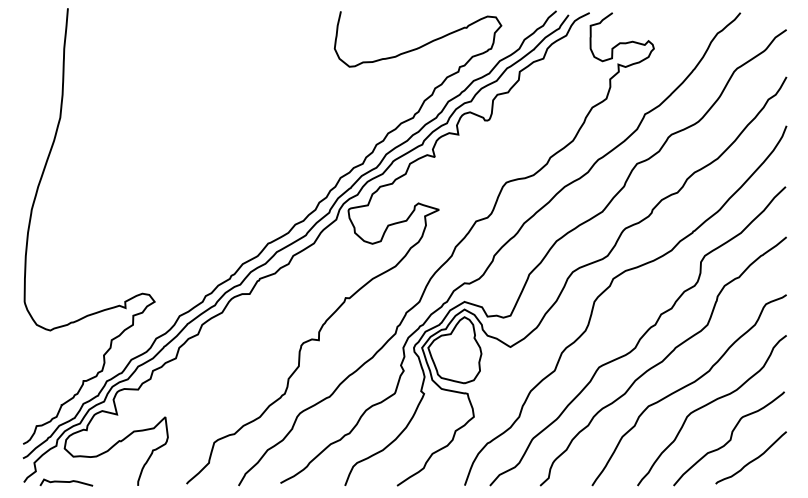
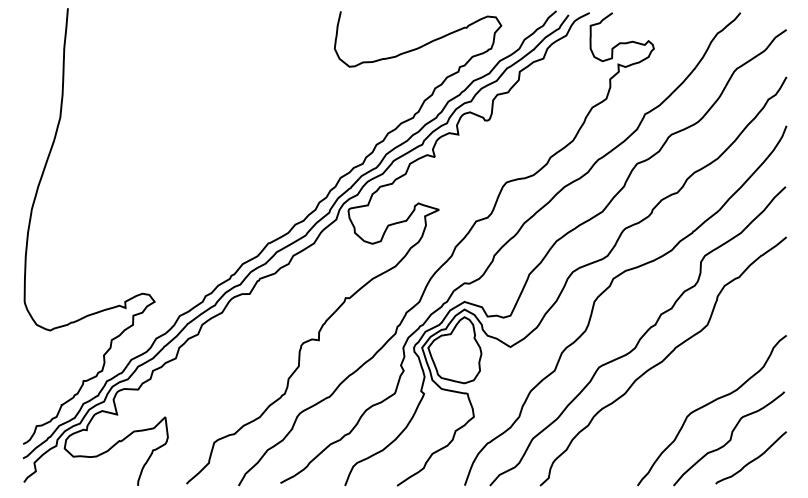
curve at (687, 386): present -> none
curve at (66, 482): present -> none
